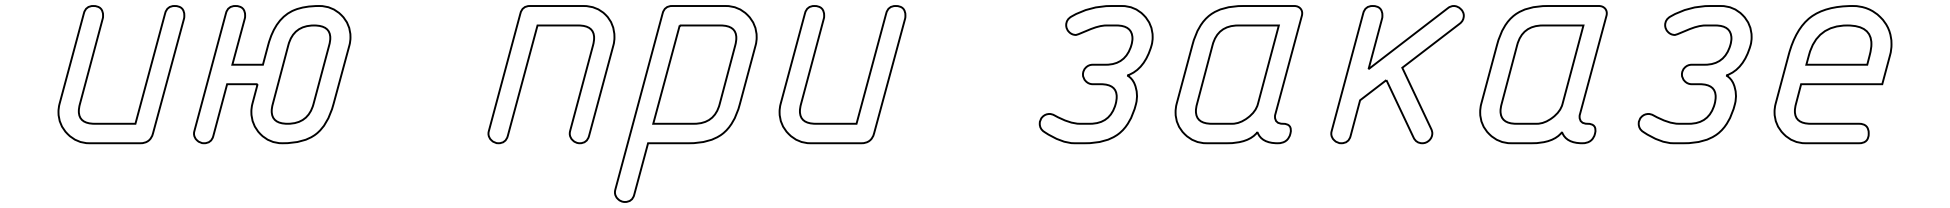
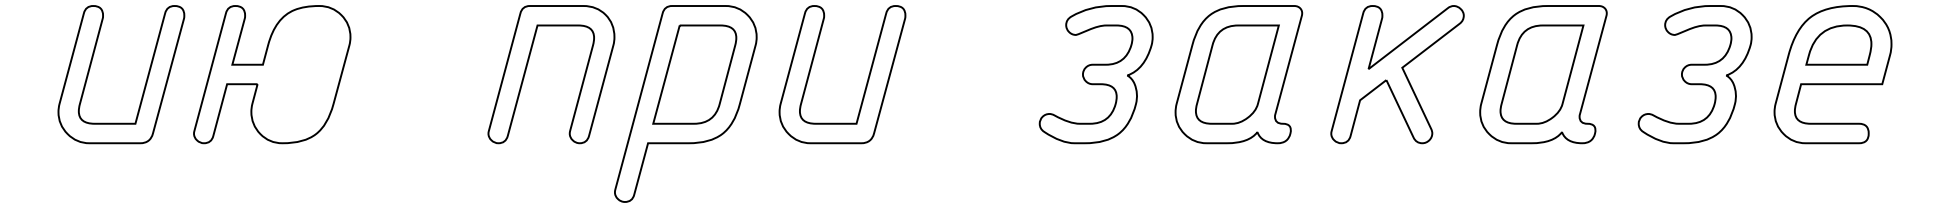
part at (300, 74): present -> none
